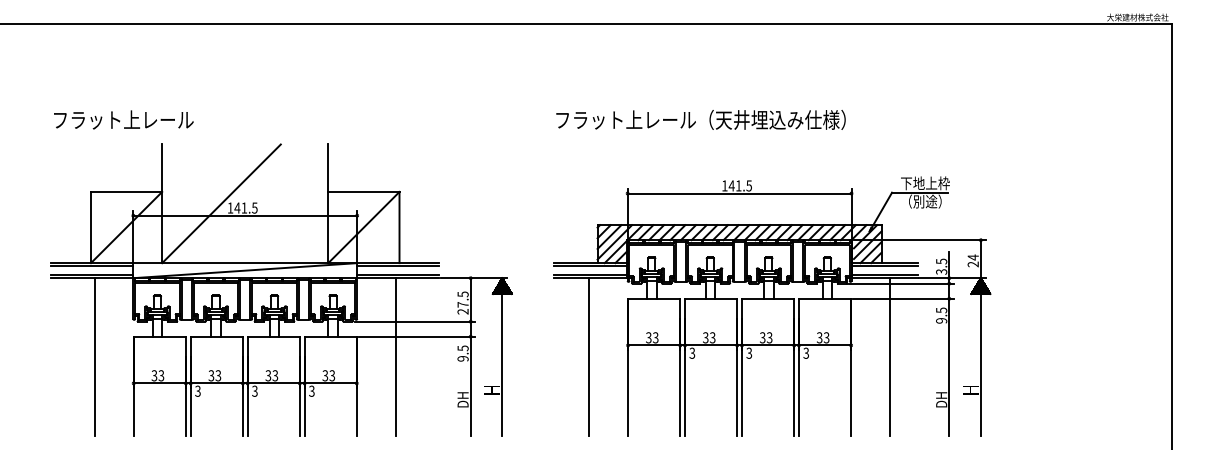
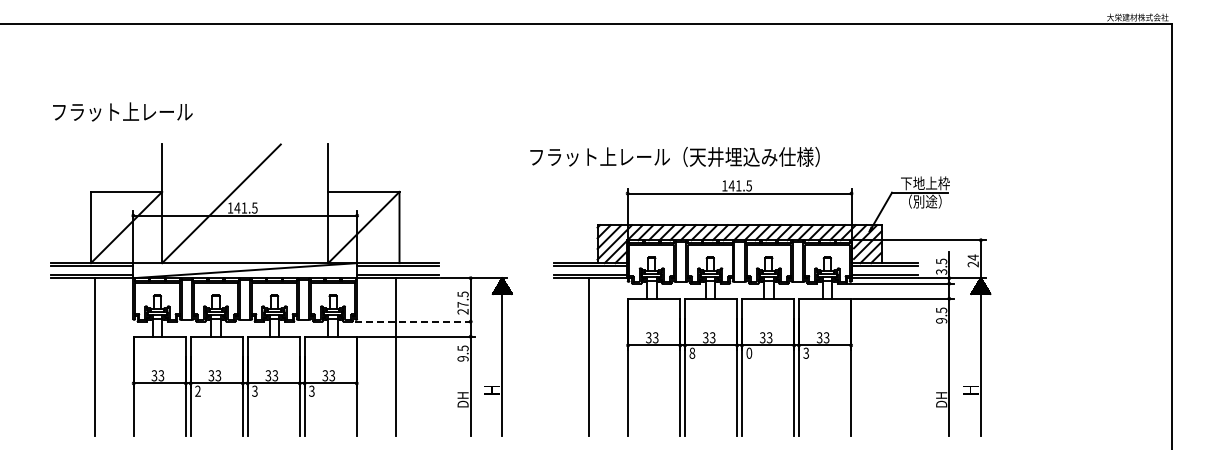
text at (123, 119) position: (123, 119) -> (122, 111)
text at (700, 119) position: (700, 119) -> (674, 156)
line at (415, 321): solid -> dashed
text at (692, 352): 3 -> 8
text at (749, 352): 3 -> 0
line at (890, 357): present -> none
text at (197, 391): 3 -> 2
